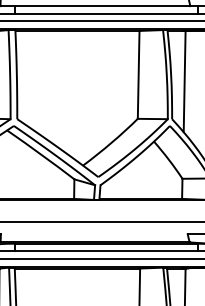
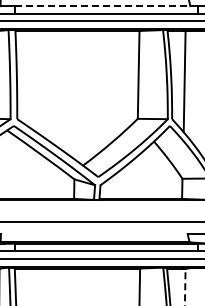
line at (106, 6): solid -> dashed
line at (185, 286): solid -> dashed
